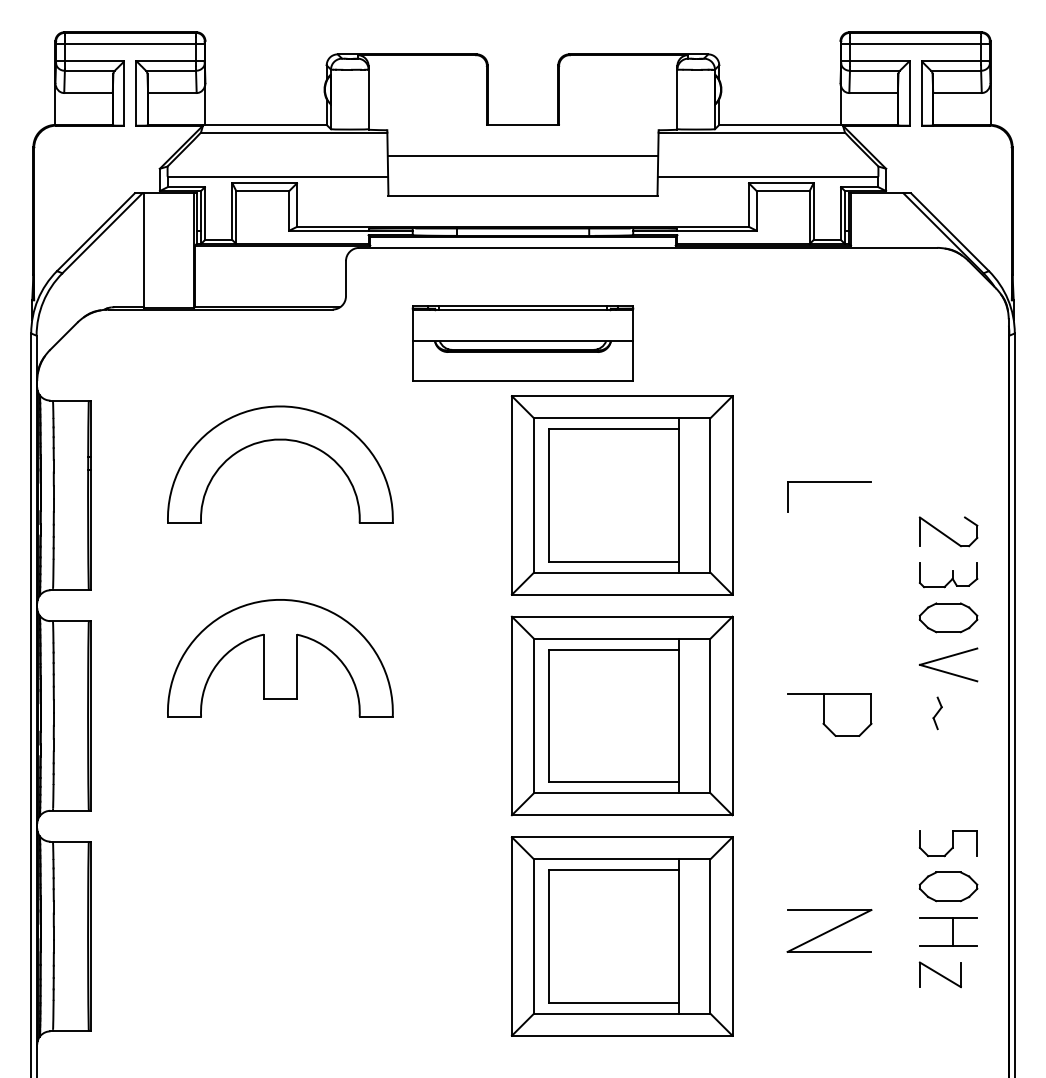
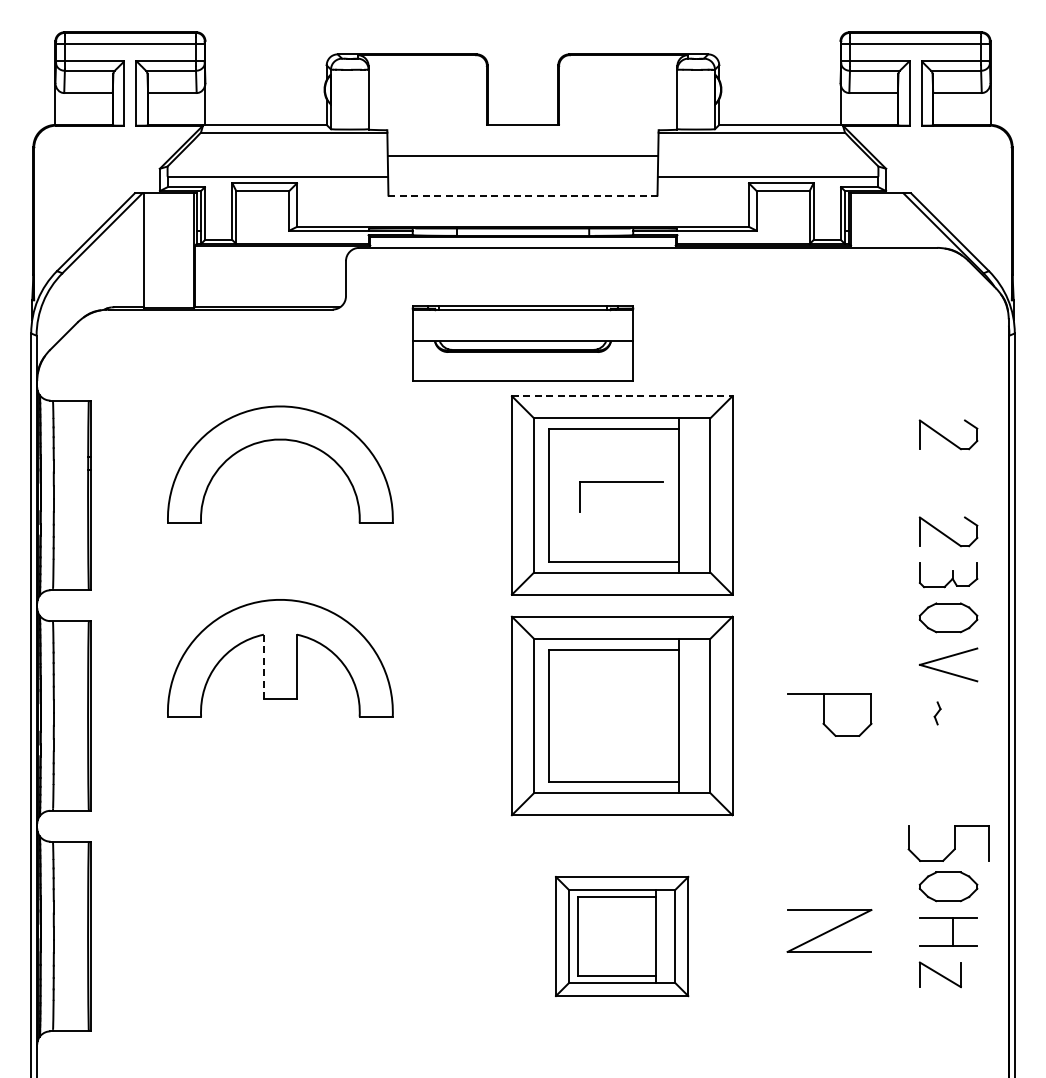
line at (522, 195): solid -> dashed
line at (622, 396): solid -> dashed
part at (948, 434): none -> present
part at (829, 482) position: (829, 482) -> (621, 482)
line at (263, 666): solid -> dashed
part at (937, 713) size: 11x35 px -> 9x25 px
part at (947, 843) size: 60x28 px -> 83x37 px
part at (621, 936) size: 224x201 px -> 135x123 px
